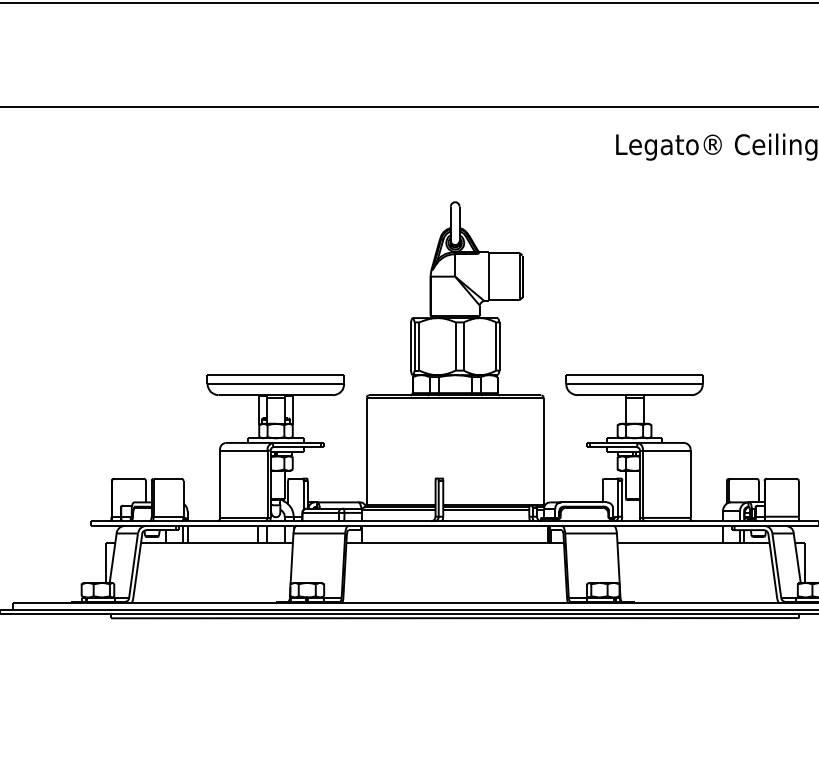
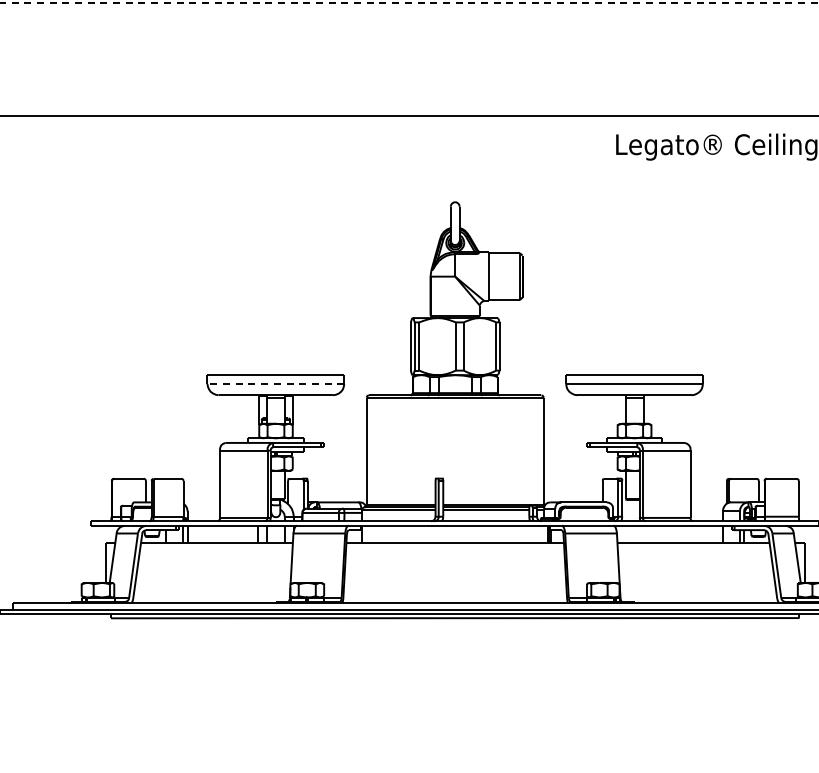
line at (409, 2): solid -> dashed
line at (408, 106) position: (408, 106) -> (408, 115)
line at (275, 383): solid -> dashed
